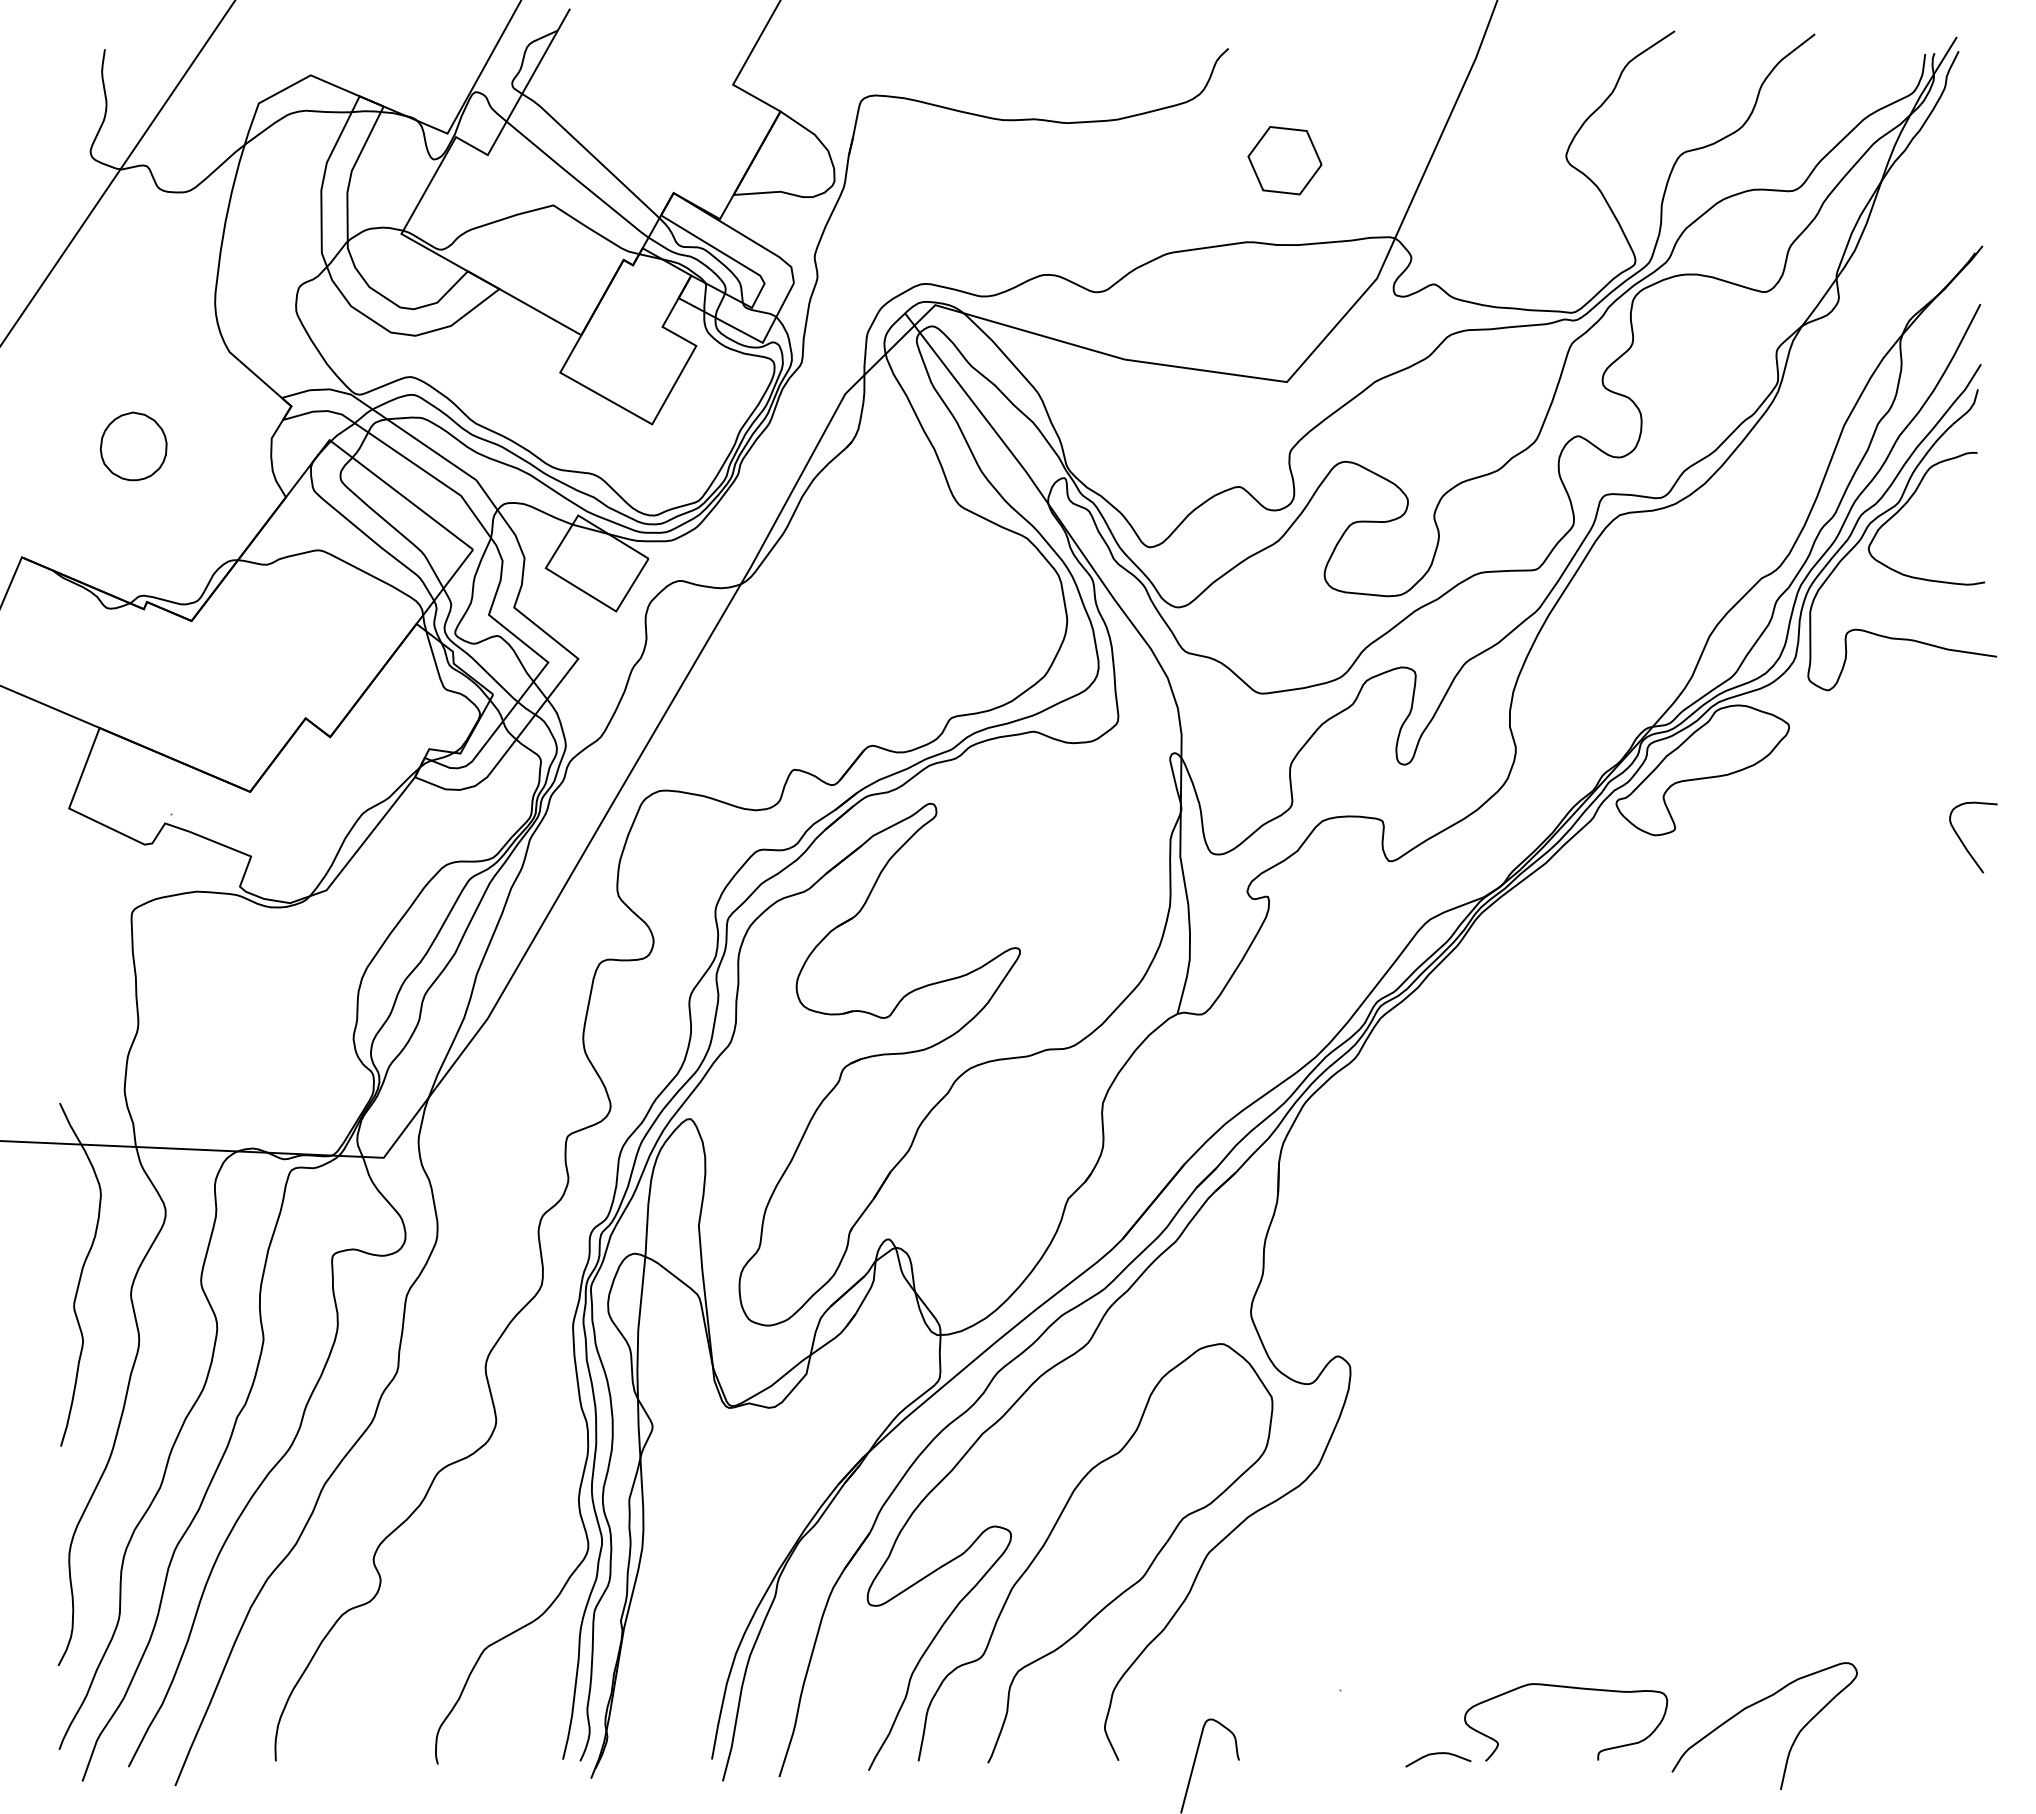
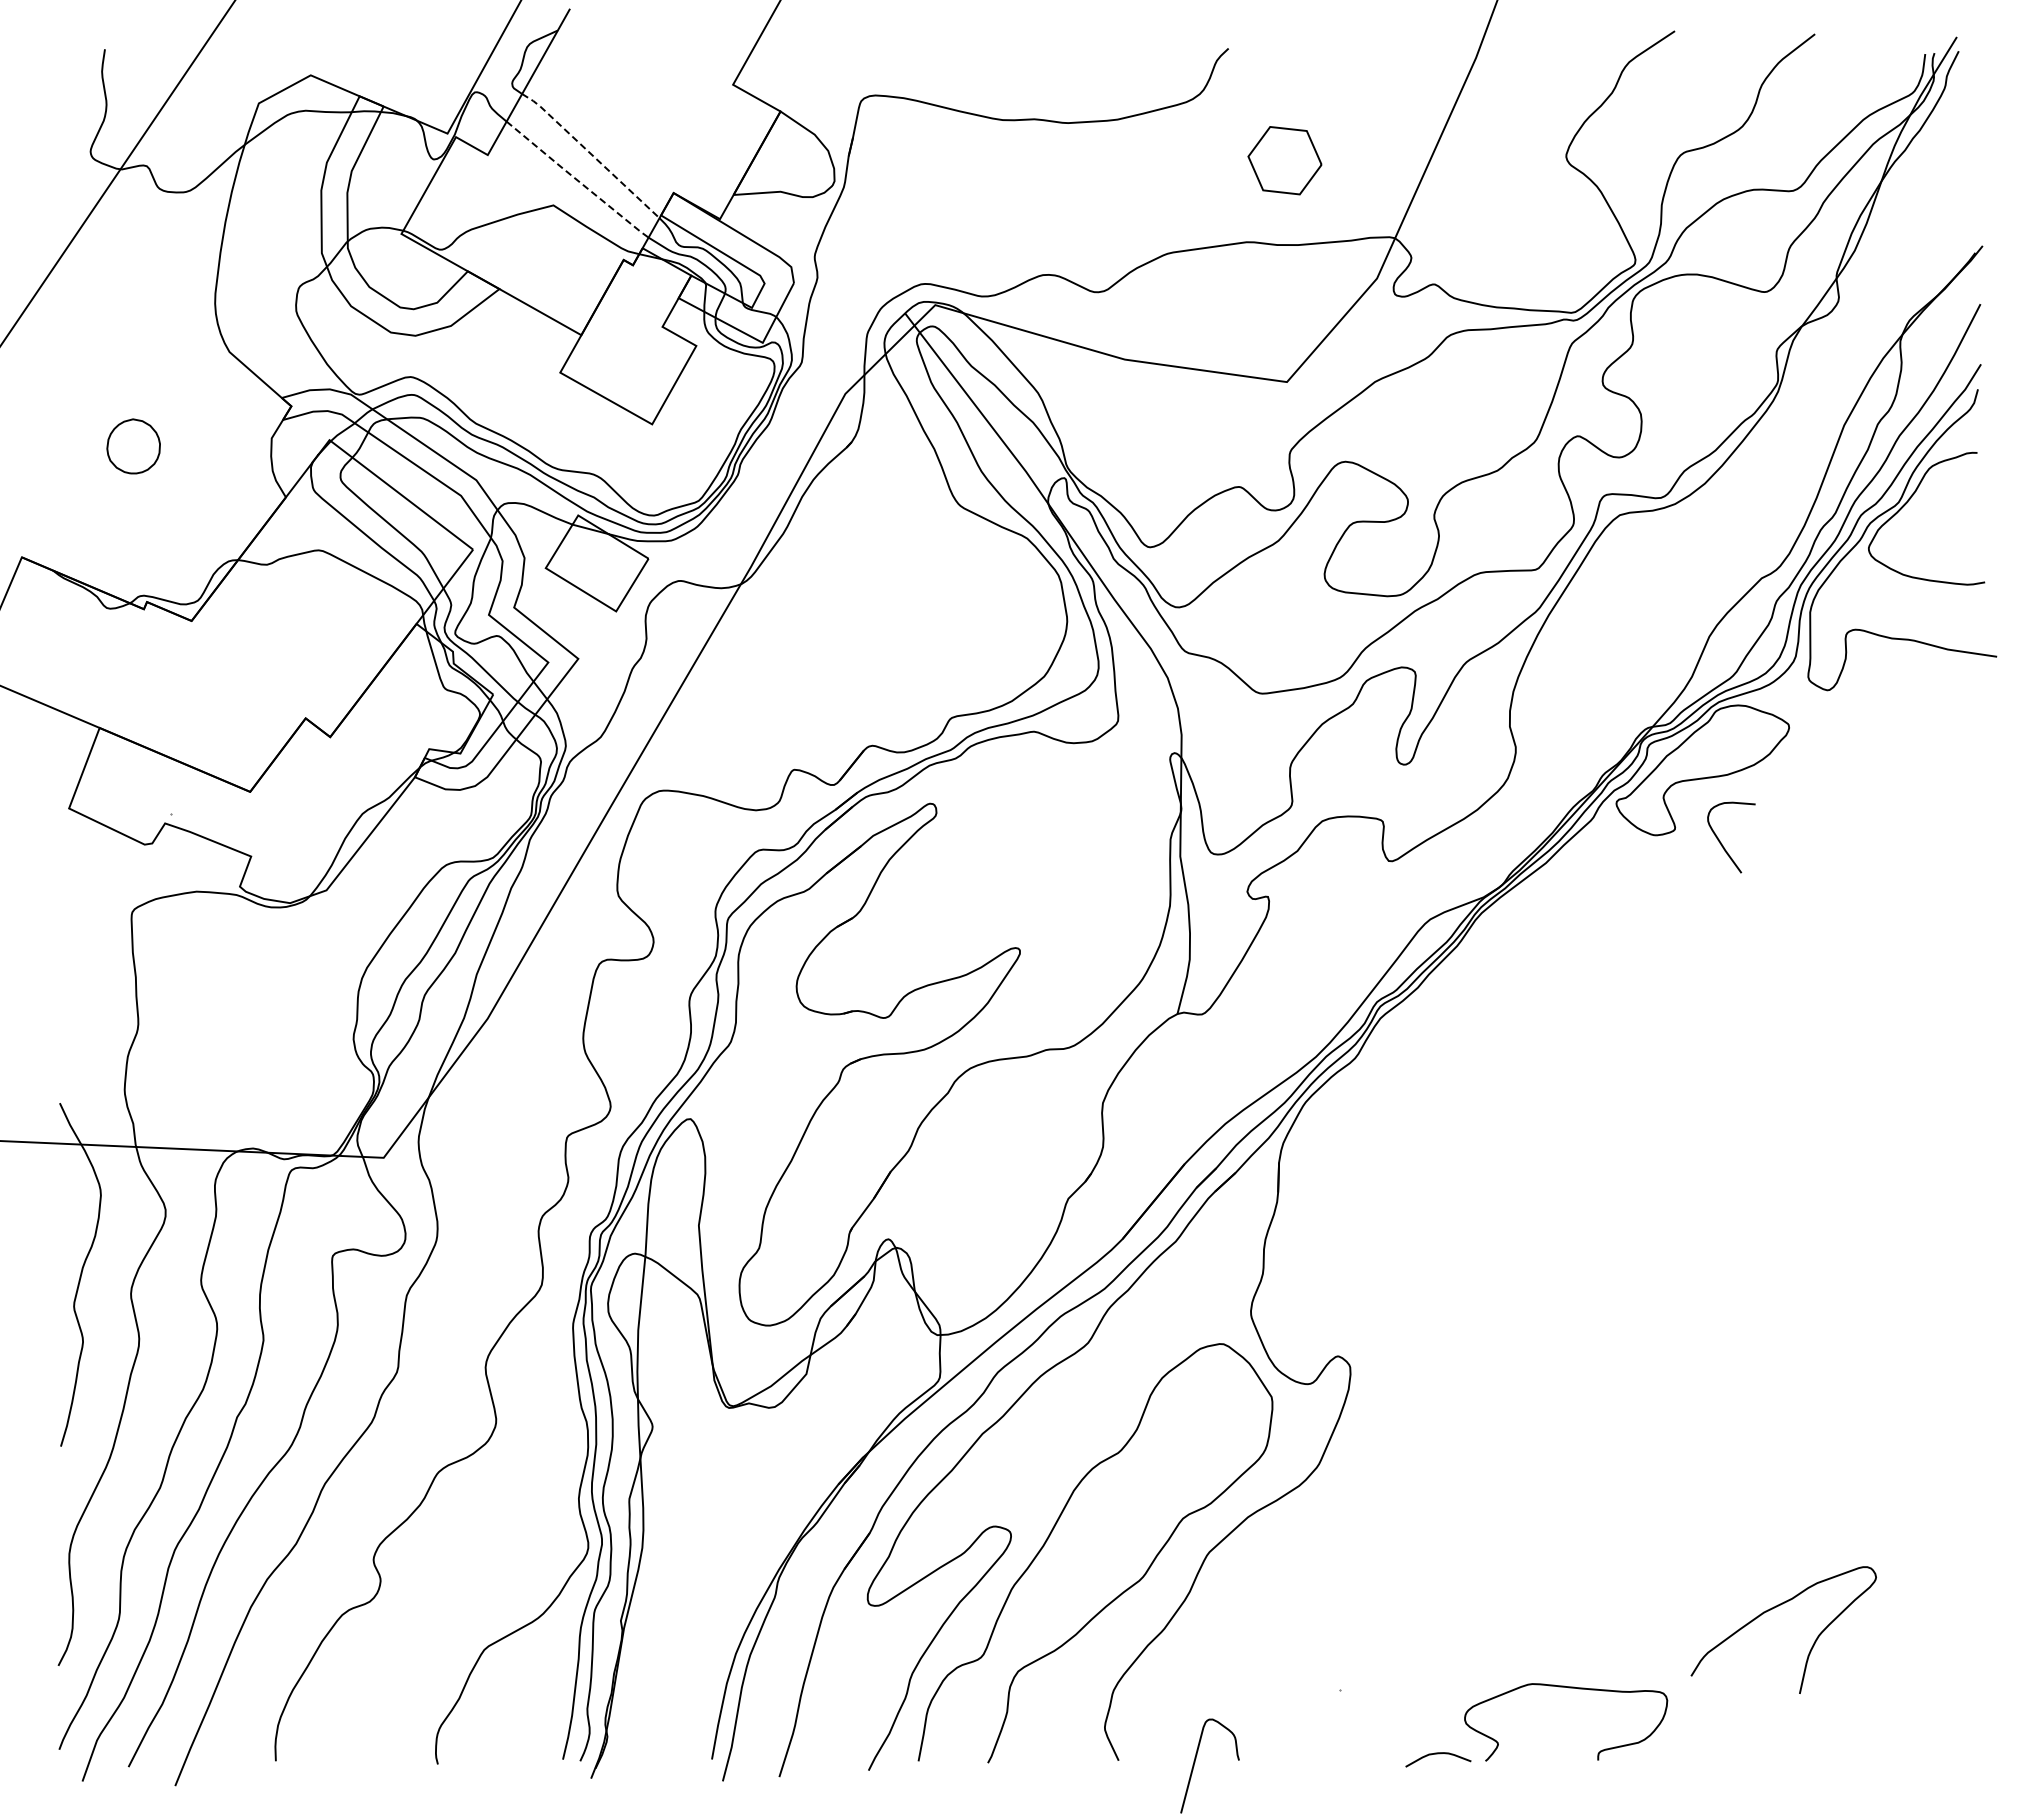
line at (590, 153): solid -> dashed
line at (577, 180): solid -> dashed
part at (133, 446) size: 69x71 px -> 55x57 px
curve at (1963, 842) position: (1963, 842) -> (1721, 842)
curve at (1753, 1705) position: (1753, 1705) -> (1772, 1609)
